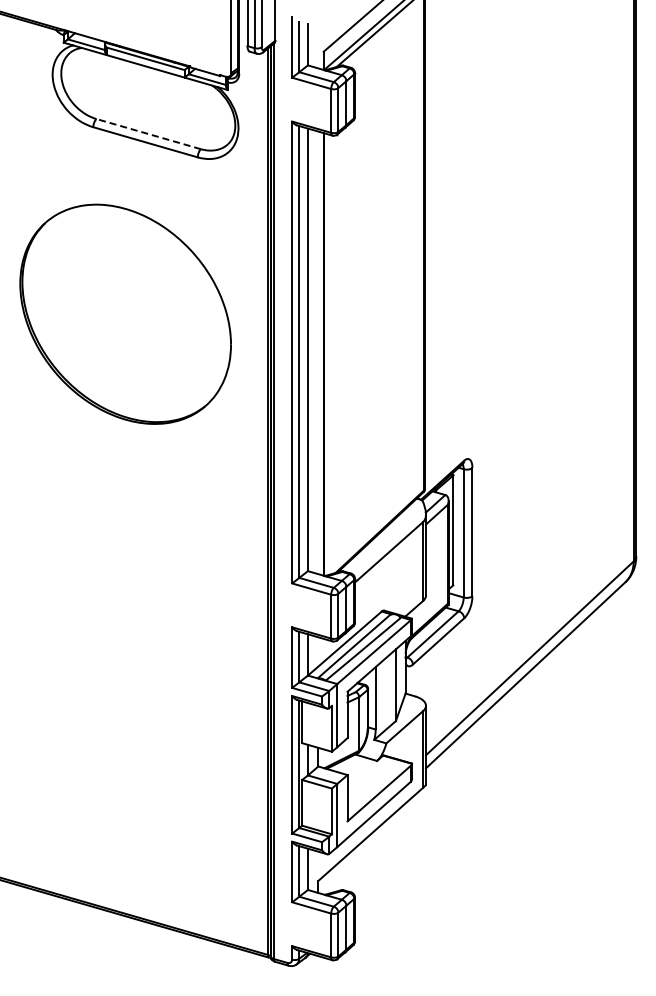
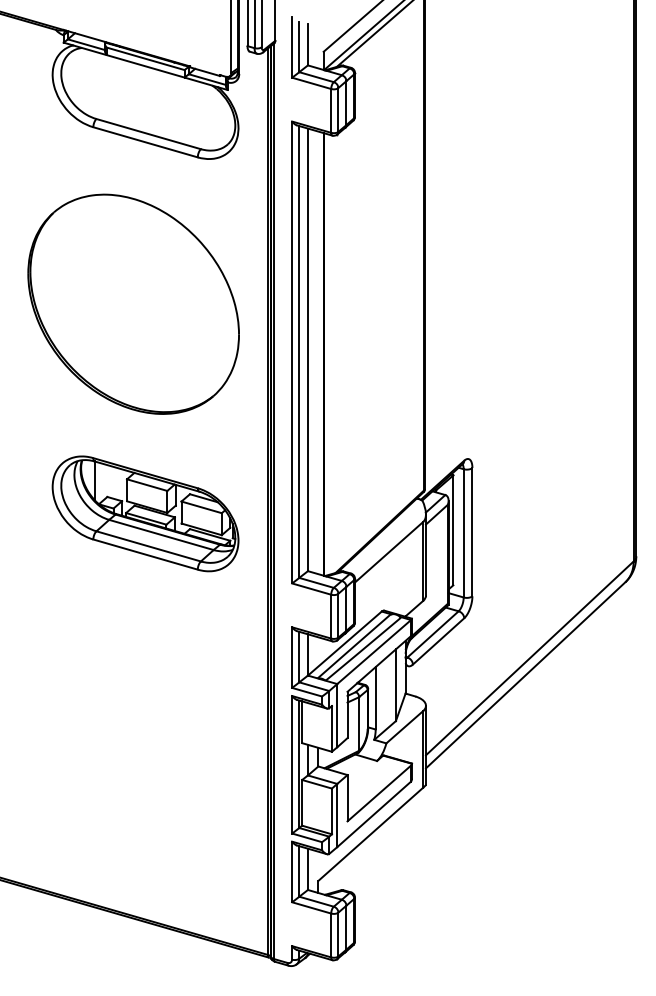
line at (148, 133): dashed -> solid
part at (125, 313) position: (125, 313) -> (133, 303)
part at (145, 513): none -> present
